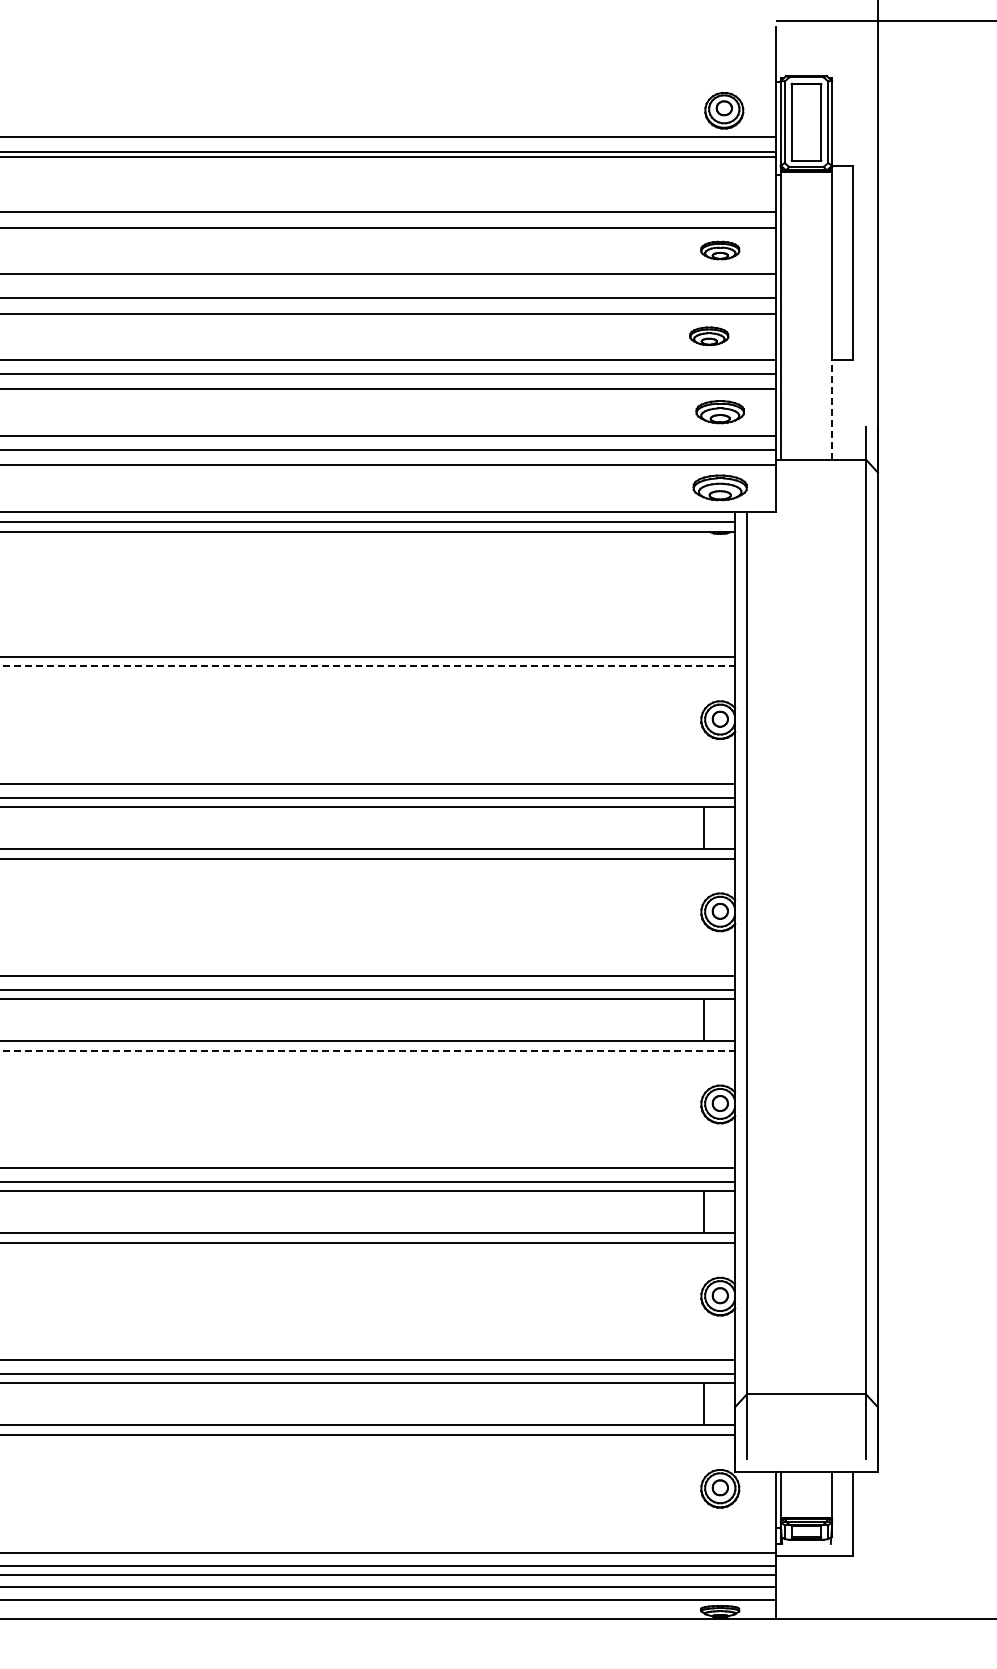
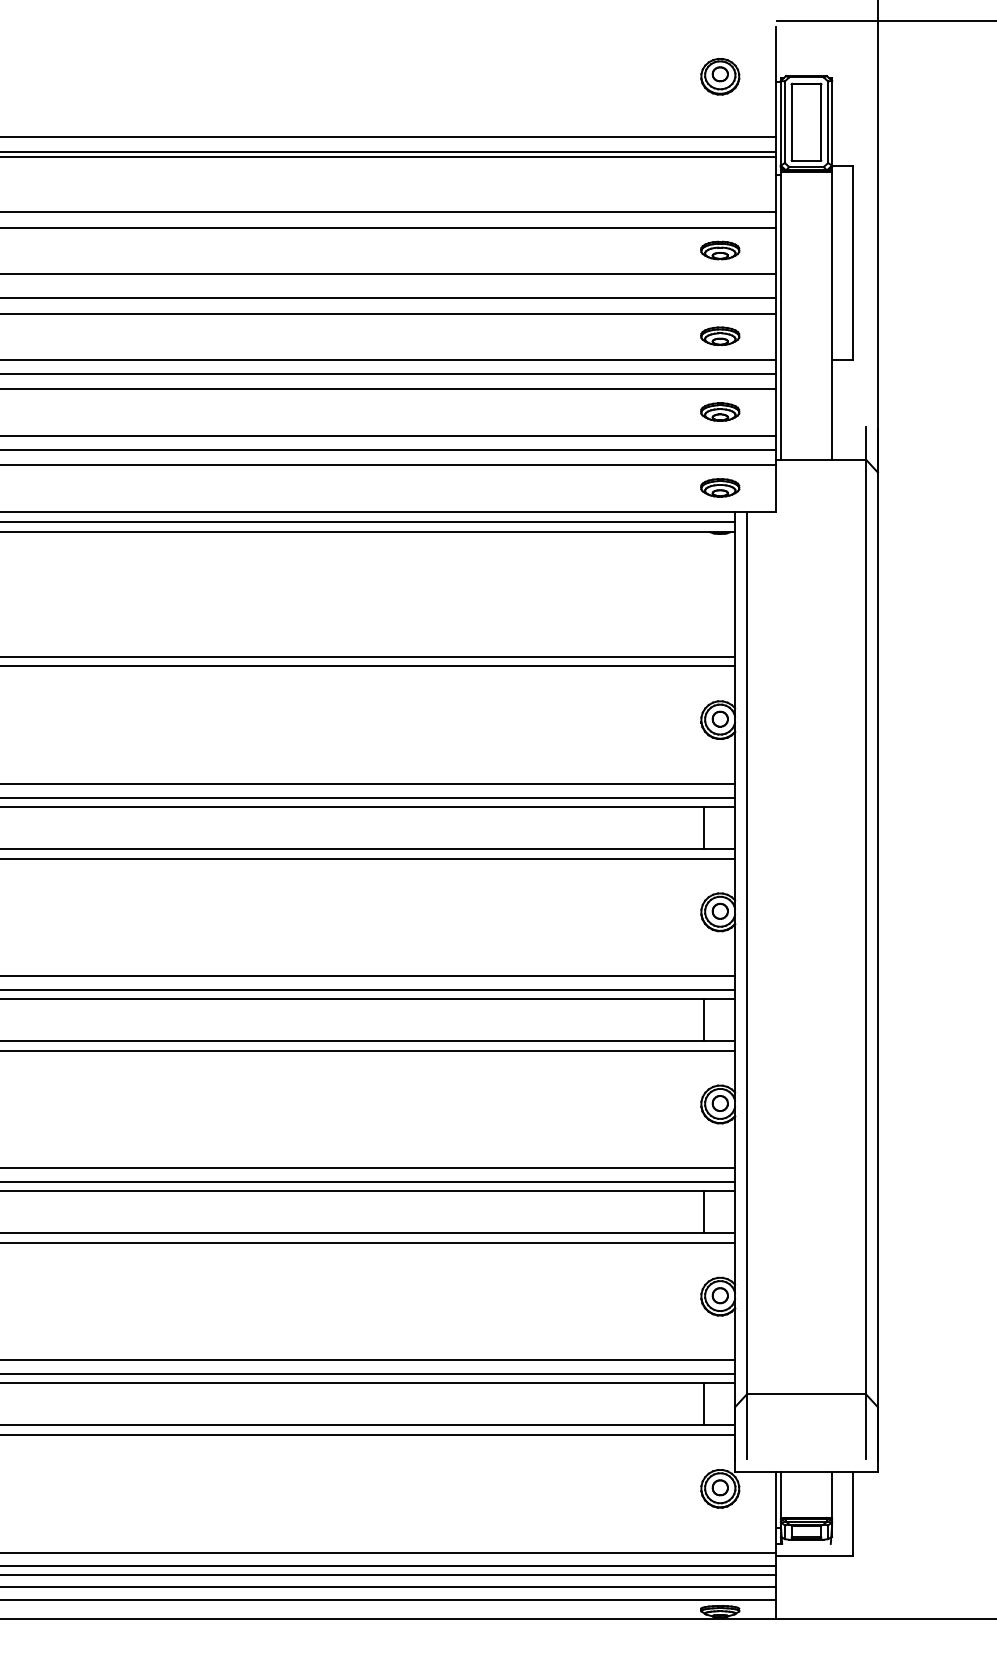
part at (724, 110) position: (724, 110) -> (720, 76)
part at (709, 336) position: (709, 336) -> (720, 336)
line at (832, 409): dashed -> solid
part at (719, 412) size: 50x25 px -> 41x20 px
part at (719, 487) size: 56x28 px -> 41x20 px
line at (368, 666): dashed -> solid
line at (368, 1050): dashed -> solid
